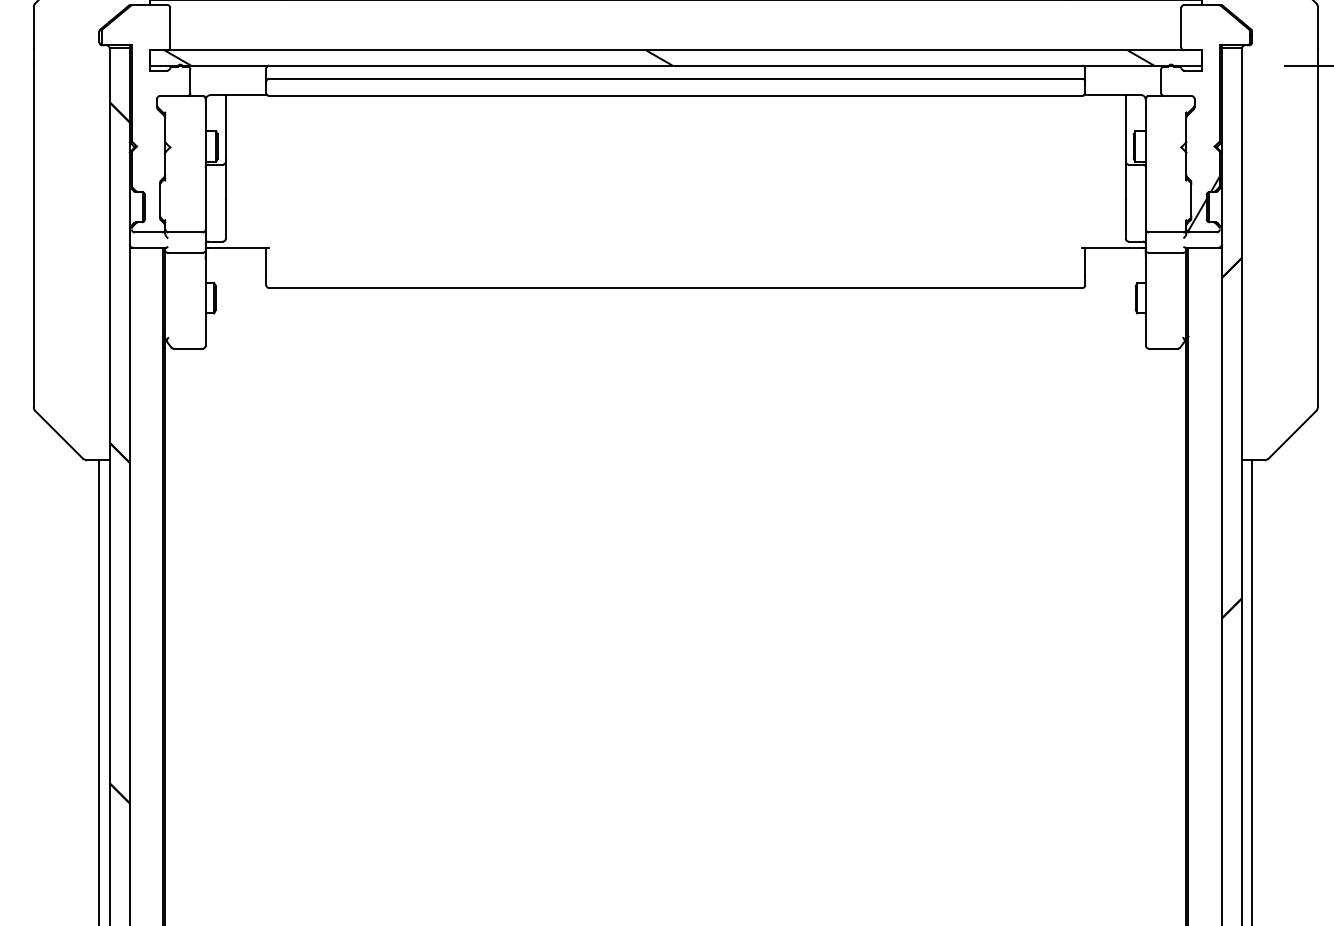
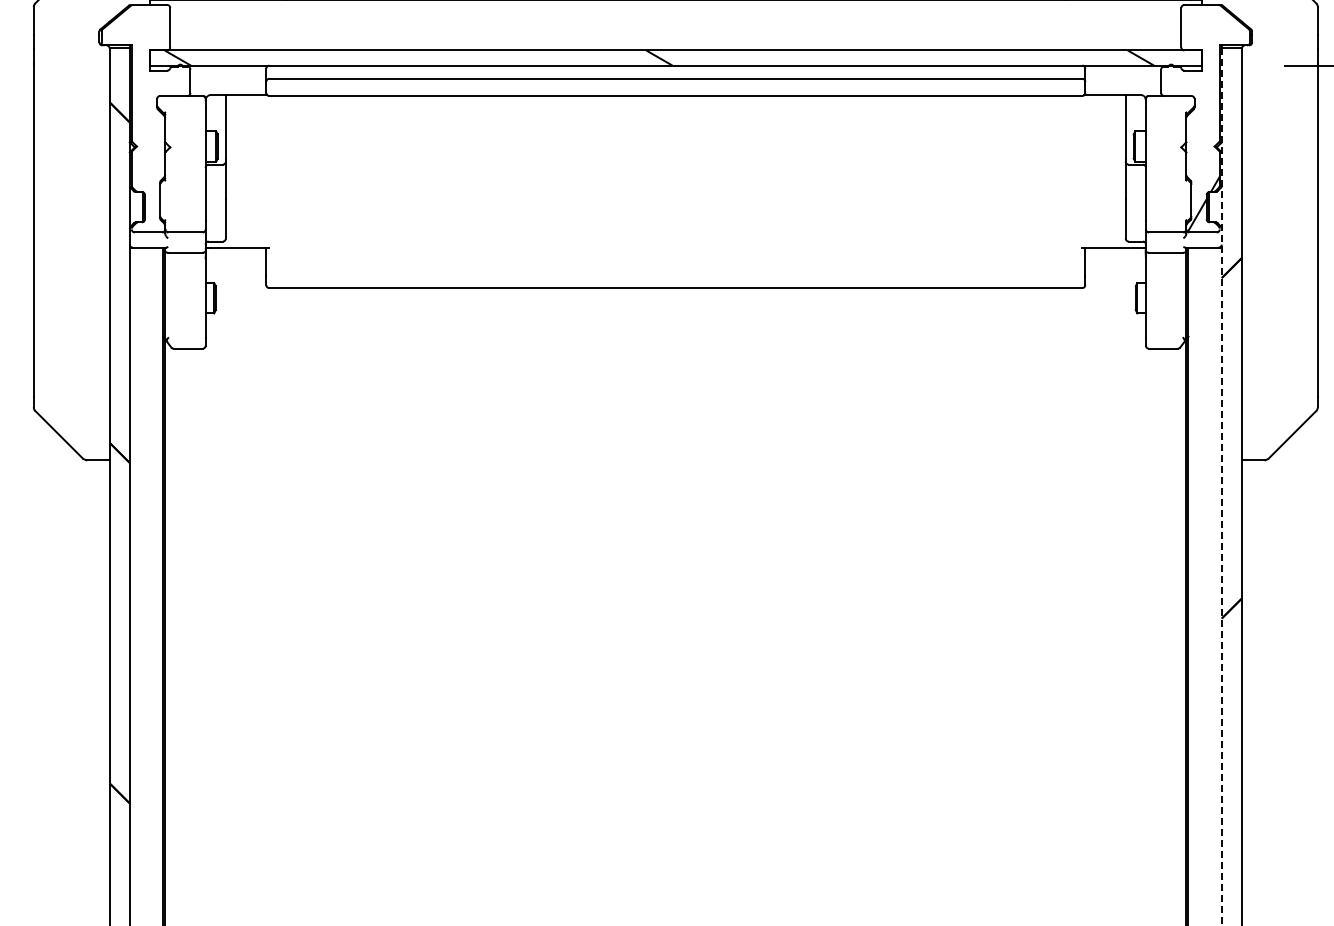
line at (1221, 487): solid -> dashed
line at (99, 690): present -> none
line at (1252, 690): present -> none
